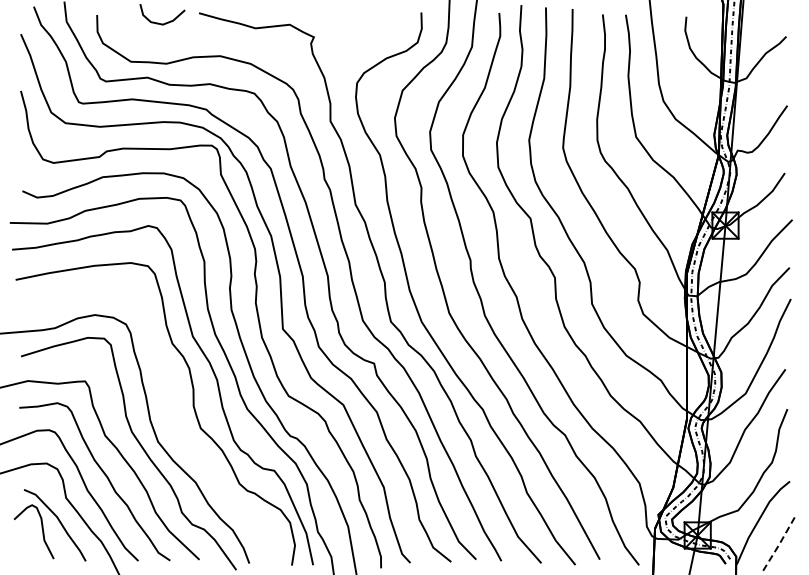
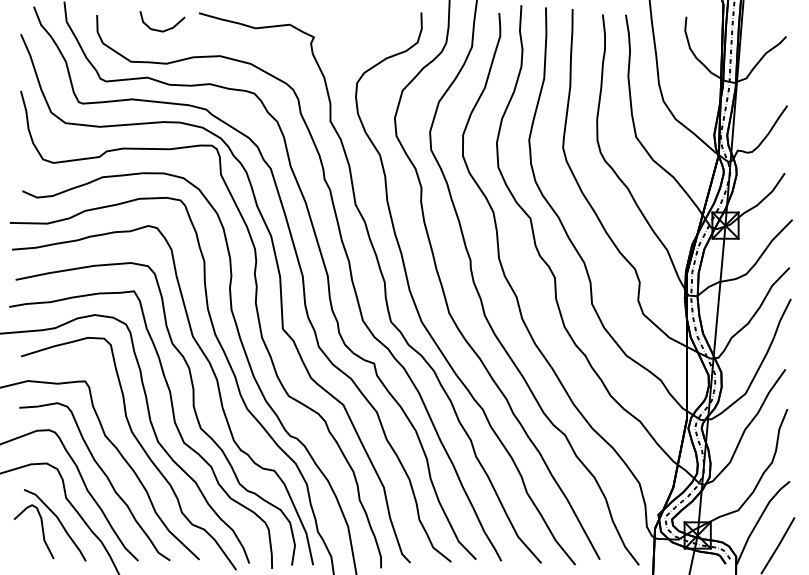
curve at (165, 22) position: (165, 22) -> (165, 29)
curve at (173, 421): none -> present
line at (778, 545): dashed -> solid
